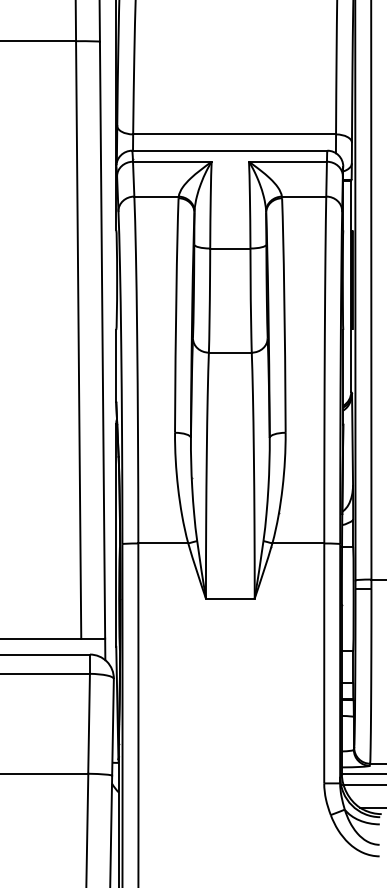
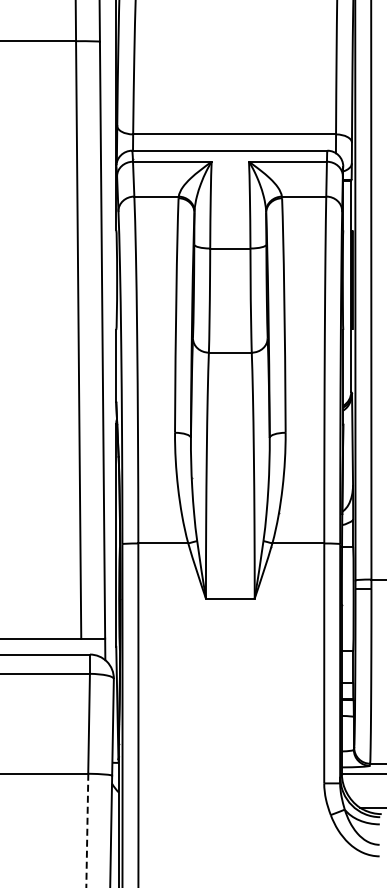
line at (363, 785): present -> none
line at (87, 830): solid -> dashed
